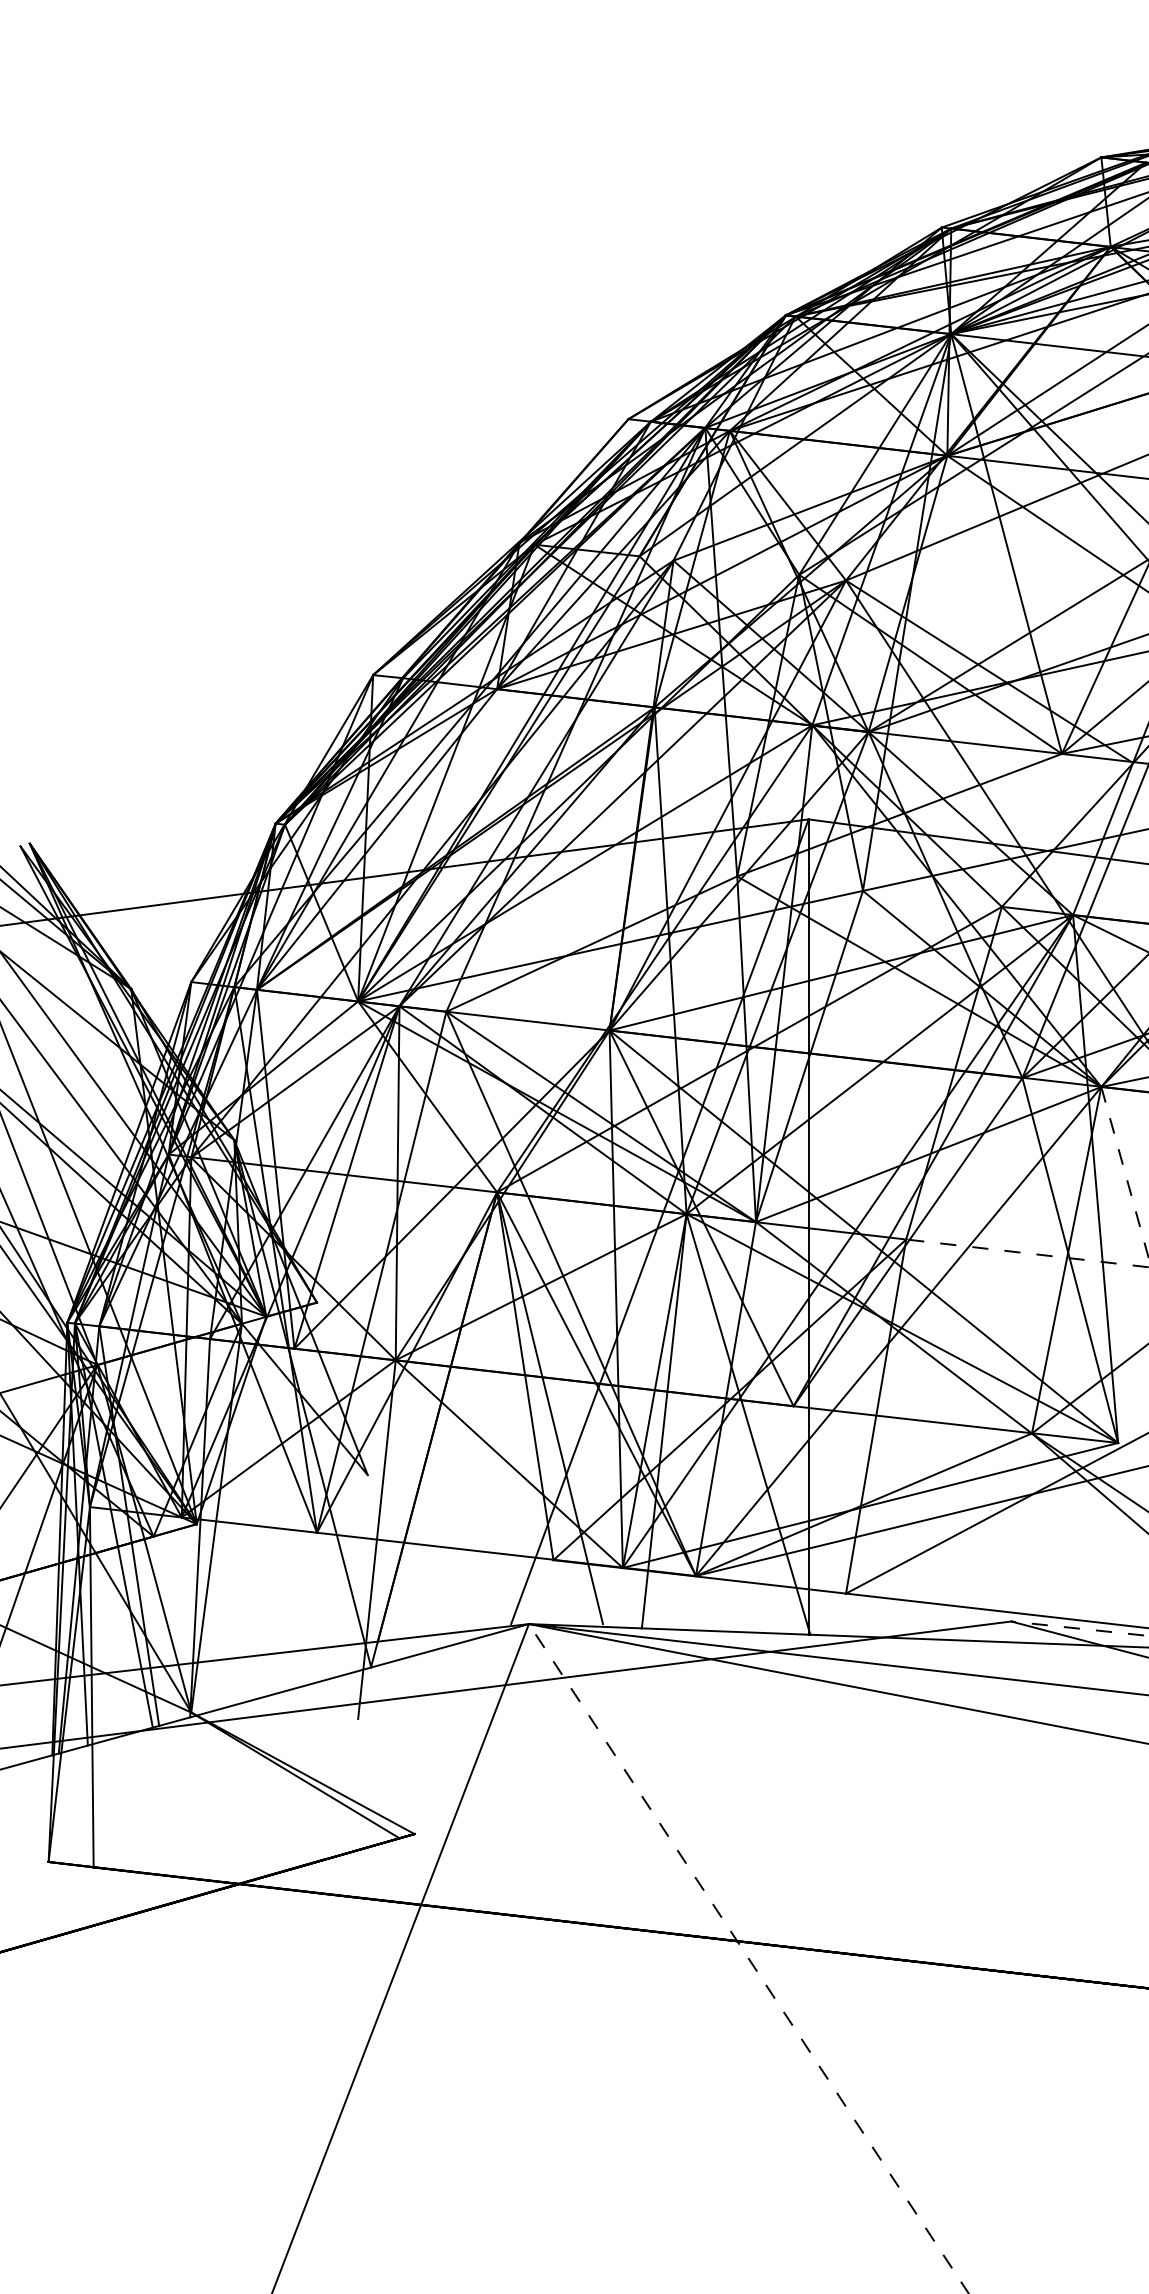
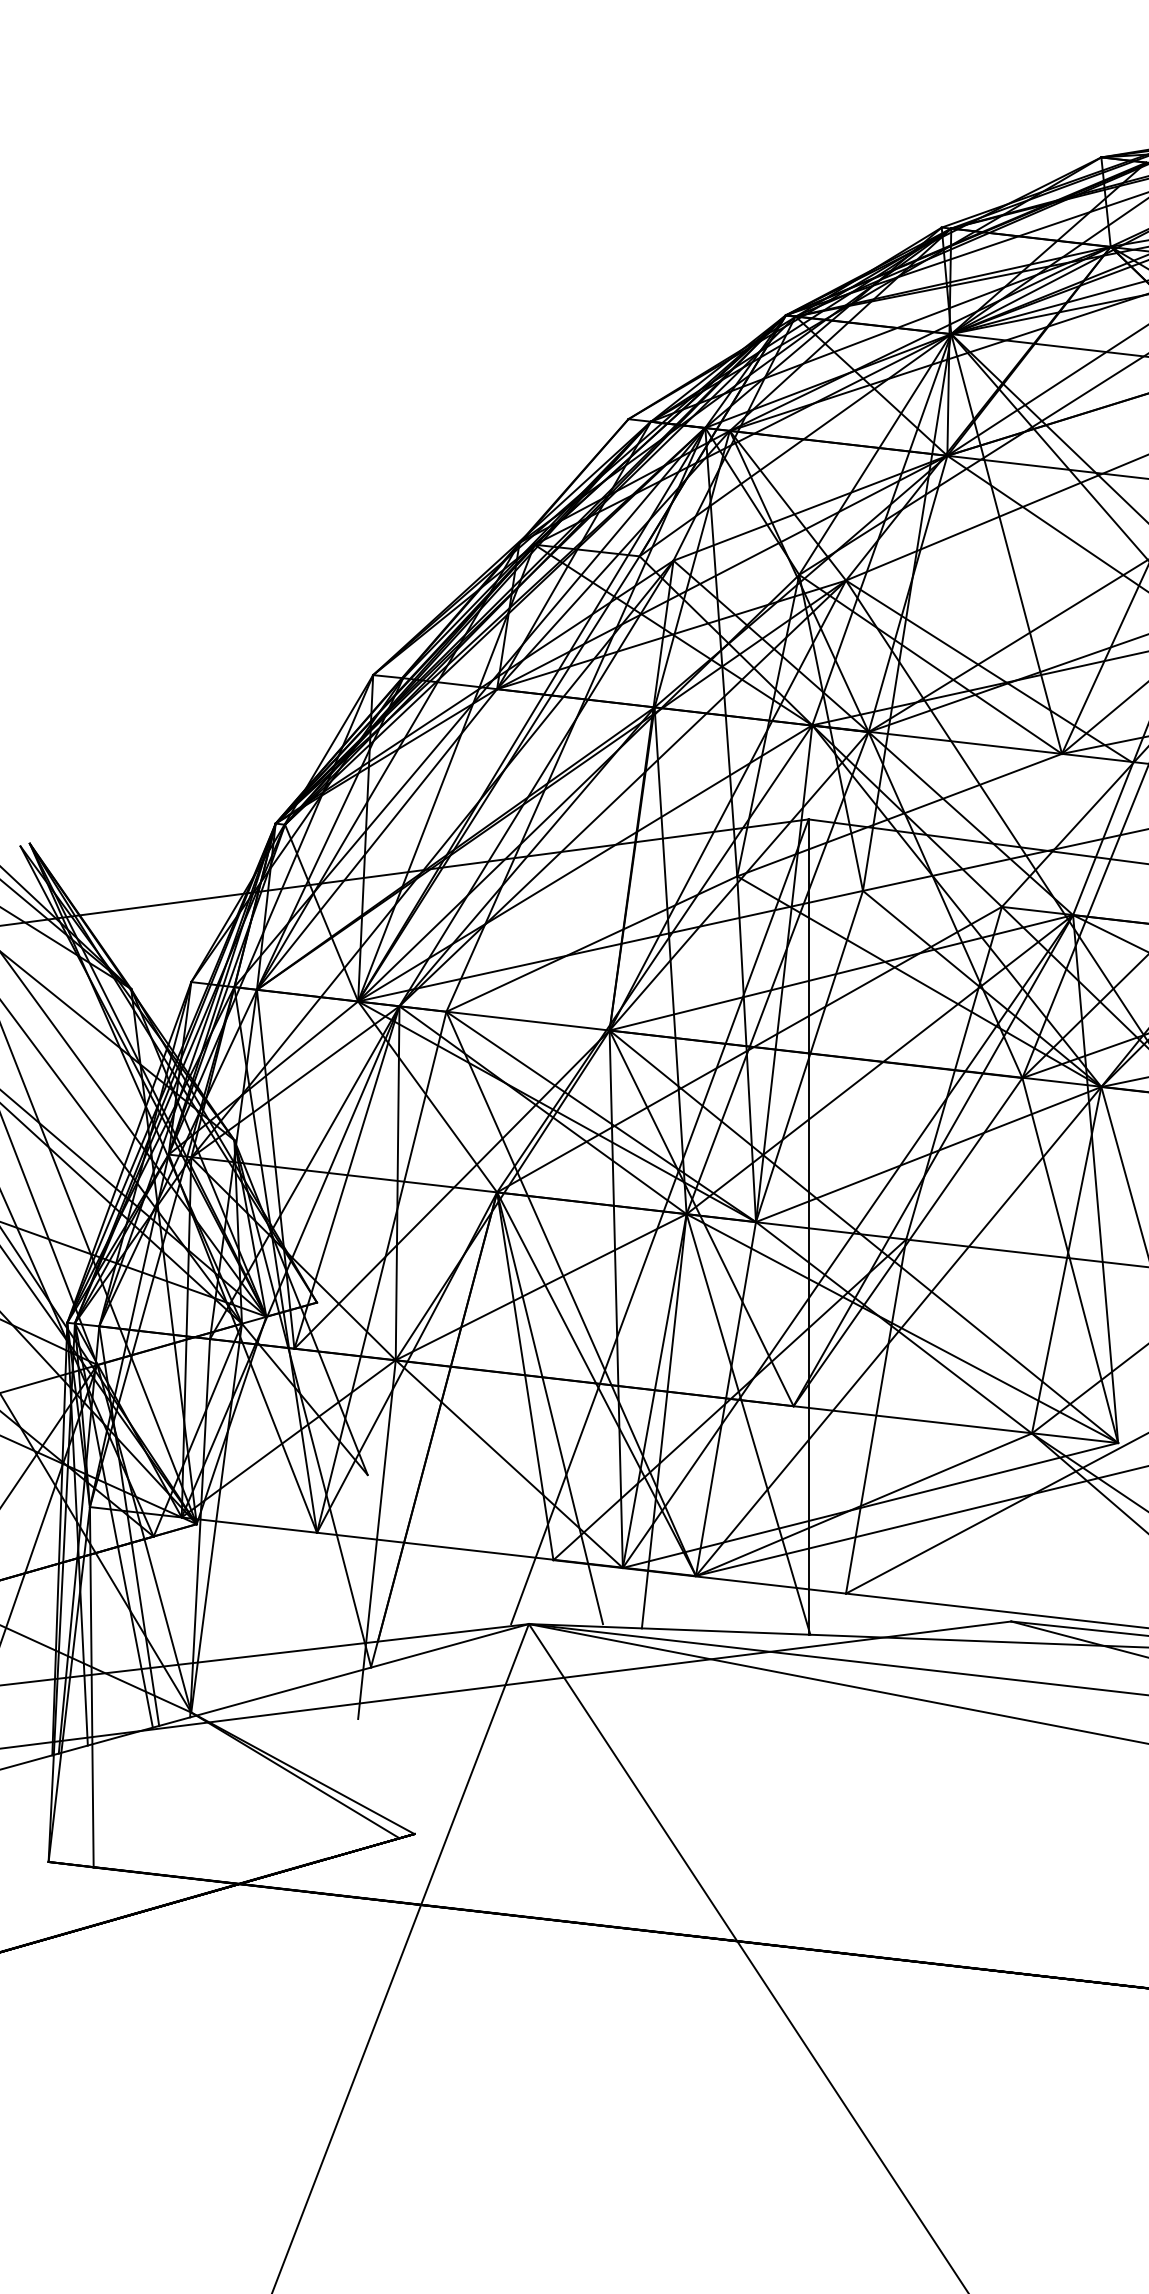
line at (1125, 1172): dashed -> solid
line at (1027, 1253): dashed -> solid
line at (1079, 1628): dashed -> solid
line at (748, 1958): dashed -> solid
